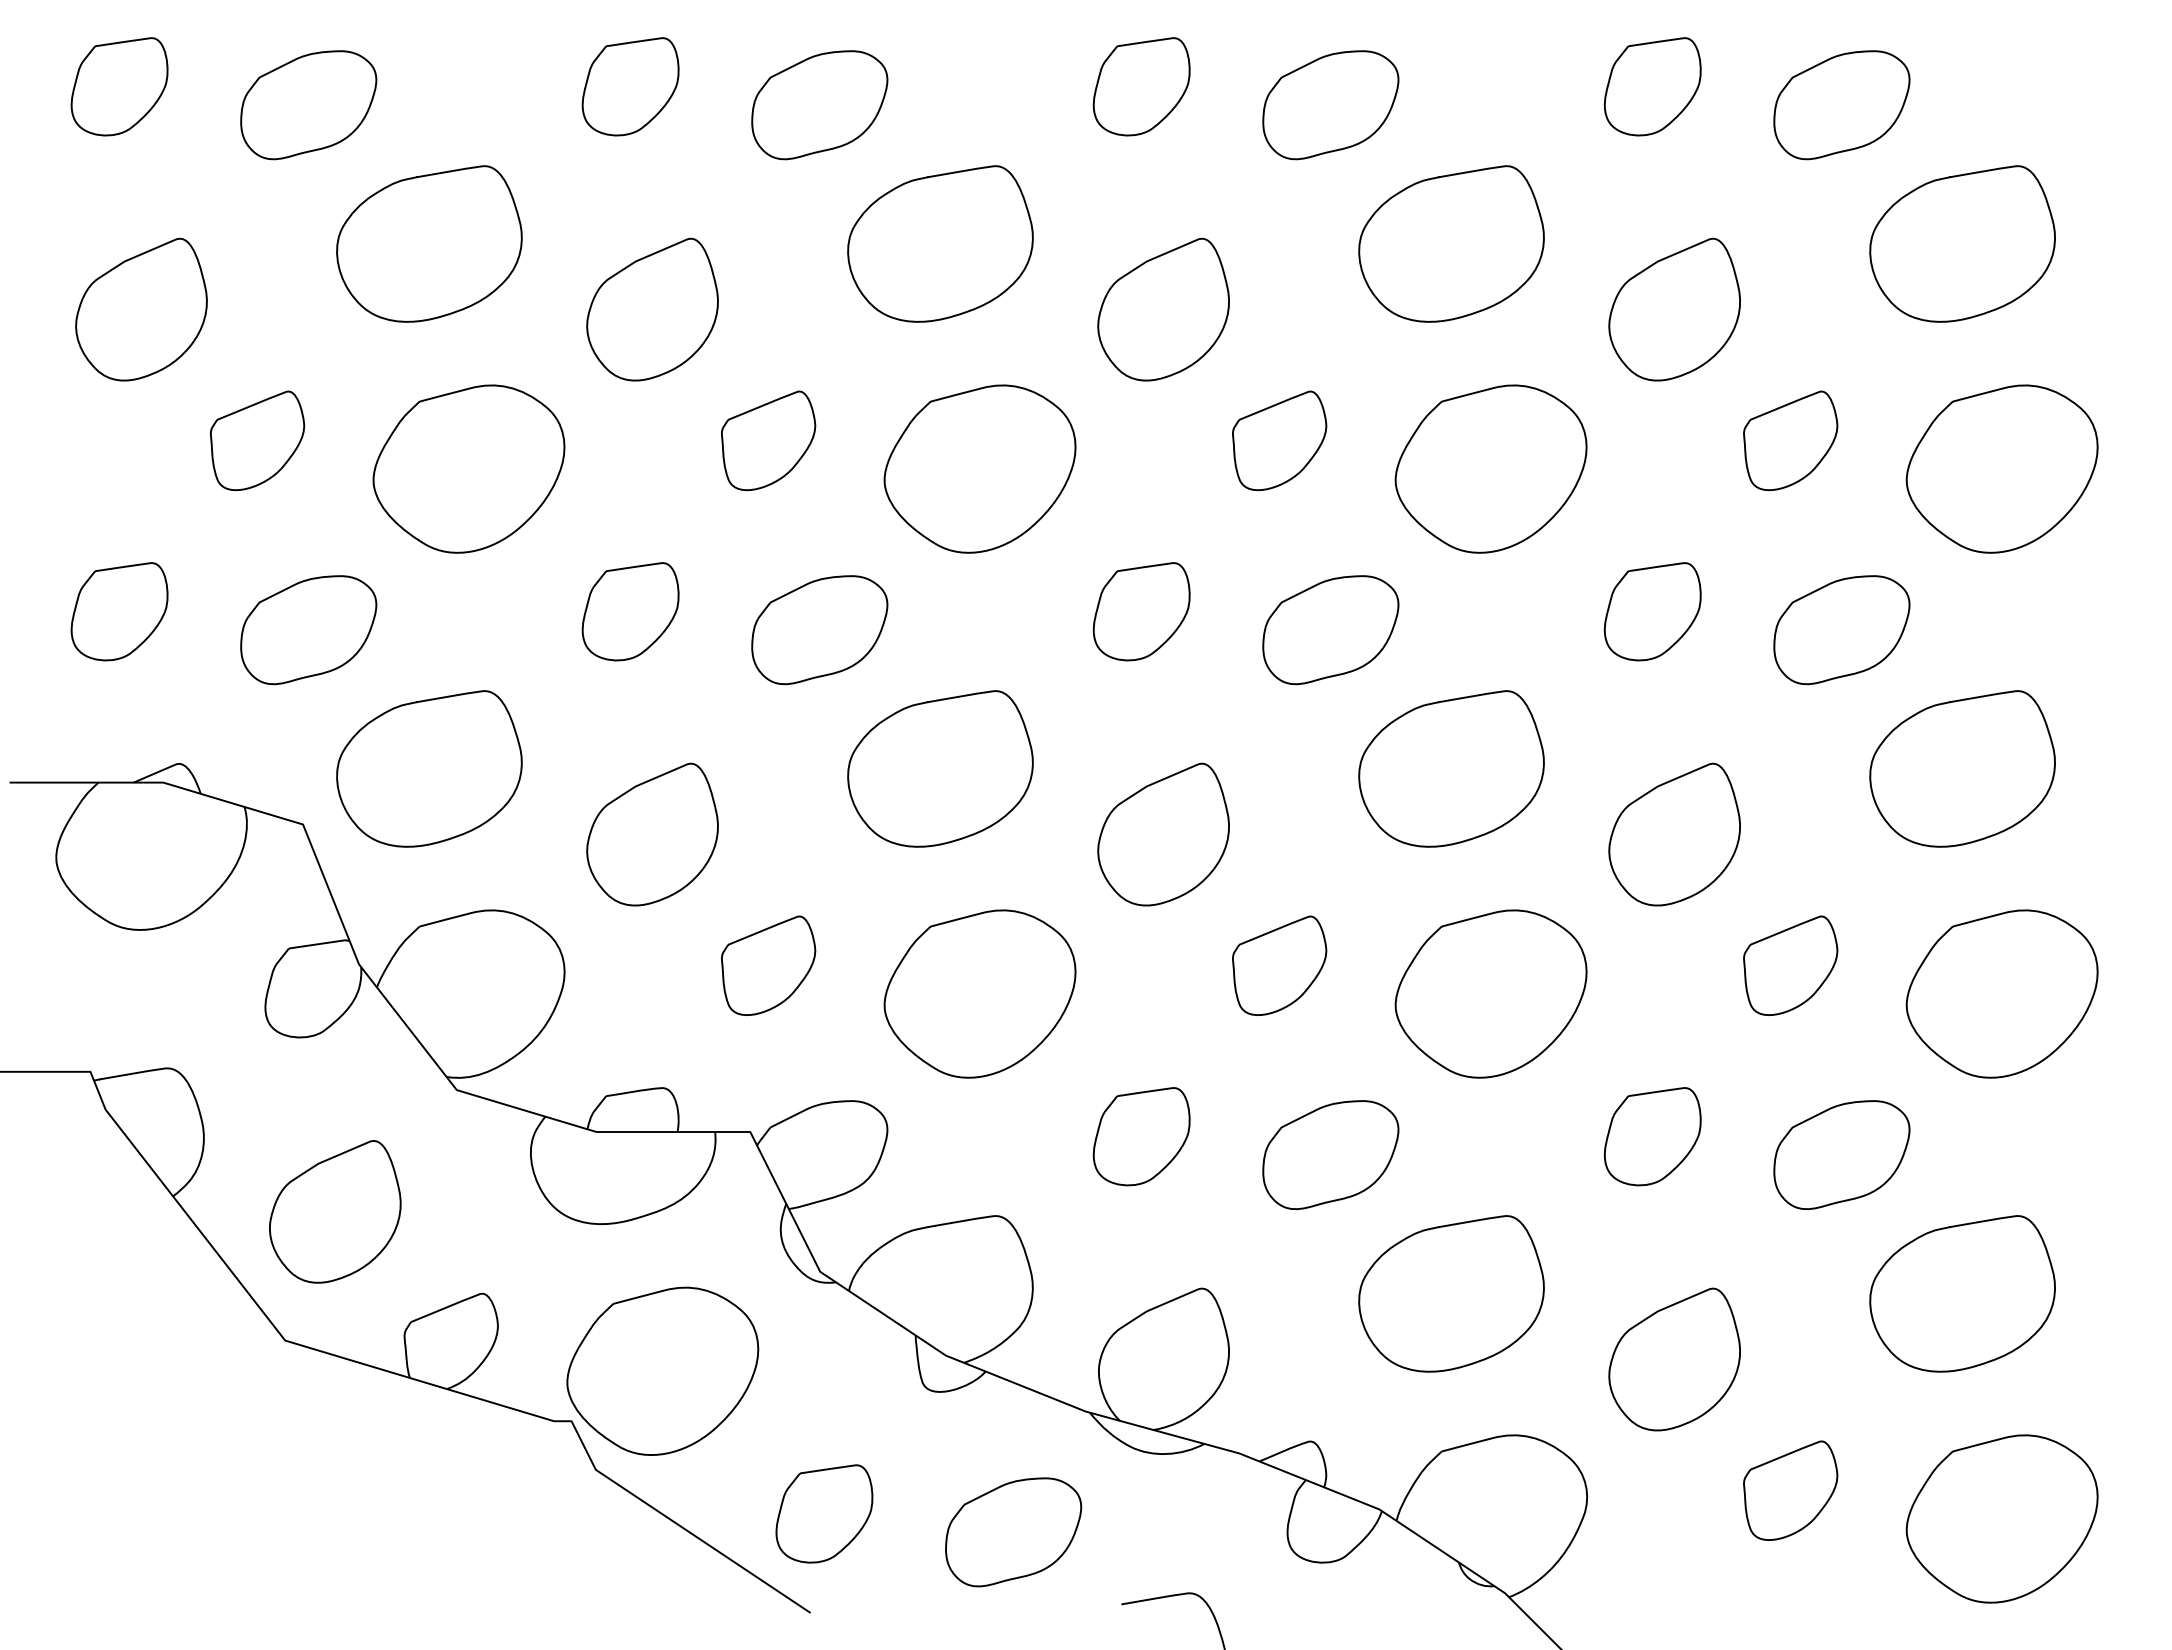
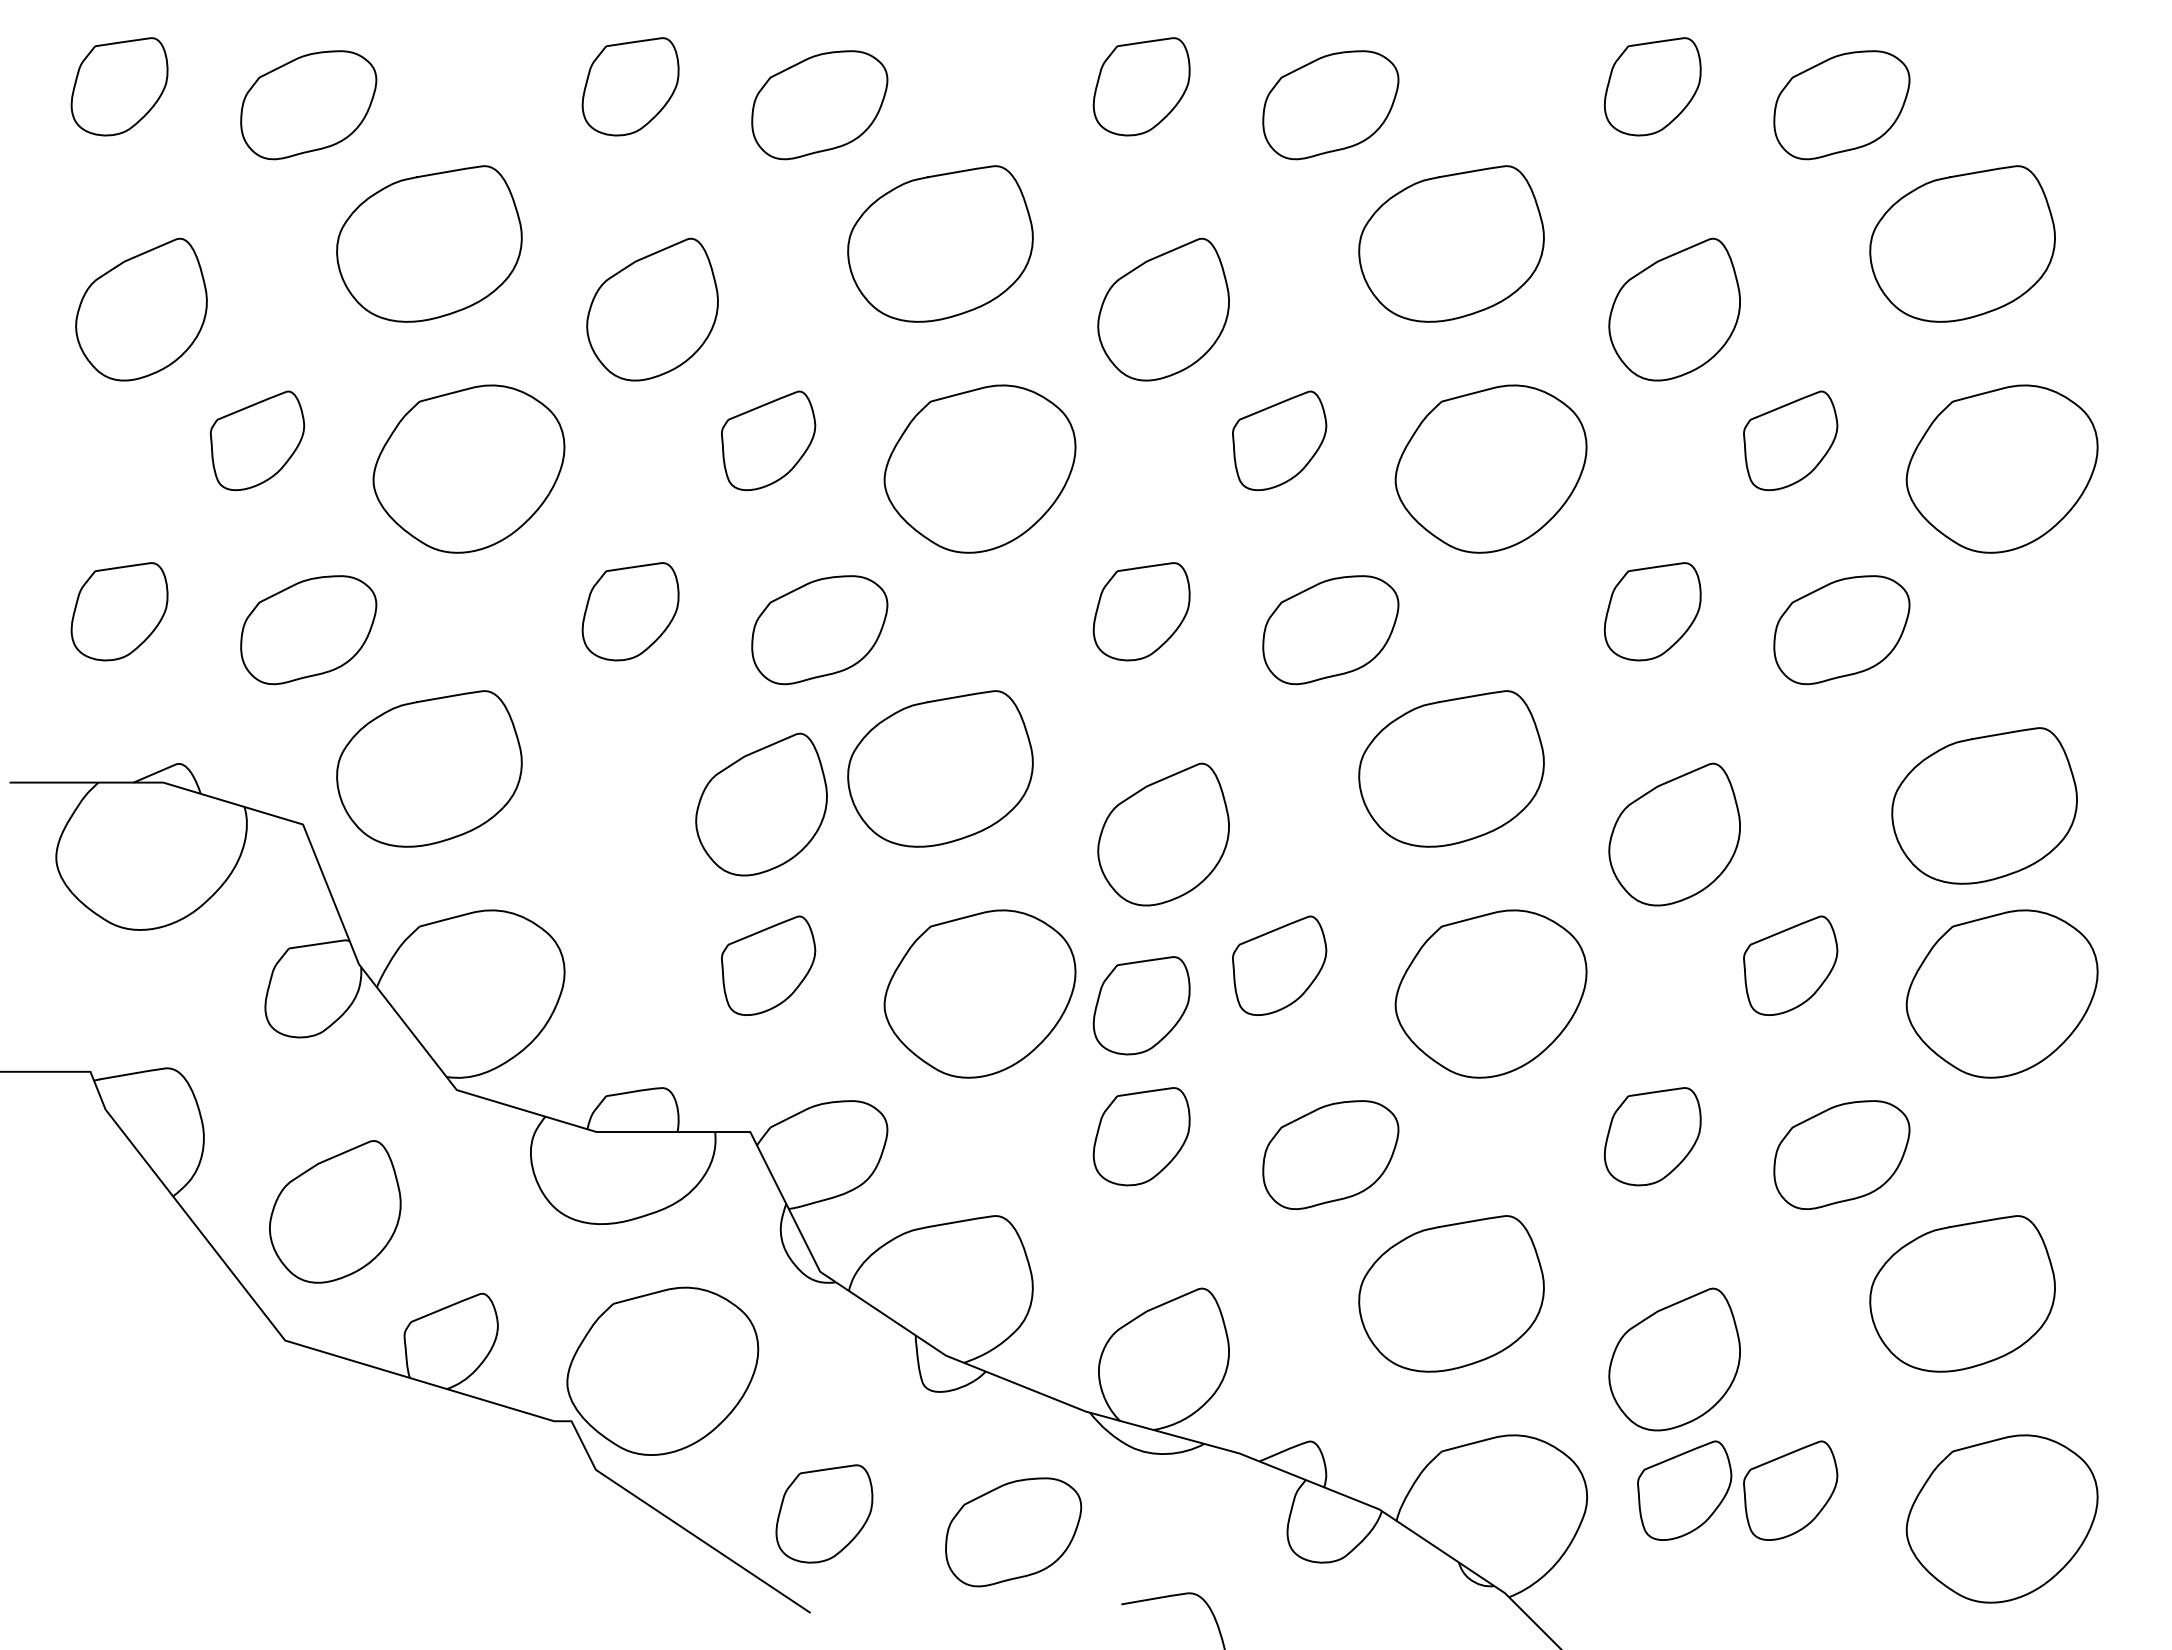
curve at (1950, 703) position: (1950, 703) -> (1972, 740)
part at (652, 834) position: (652, 834) -> (761, 804)
part at (1141, 1005): none -> present
part at (1684, 1490): none -> present
